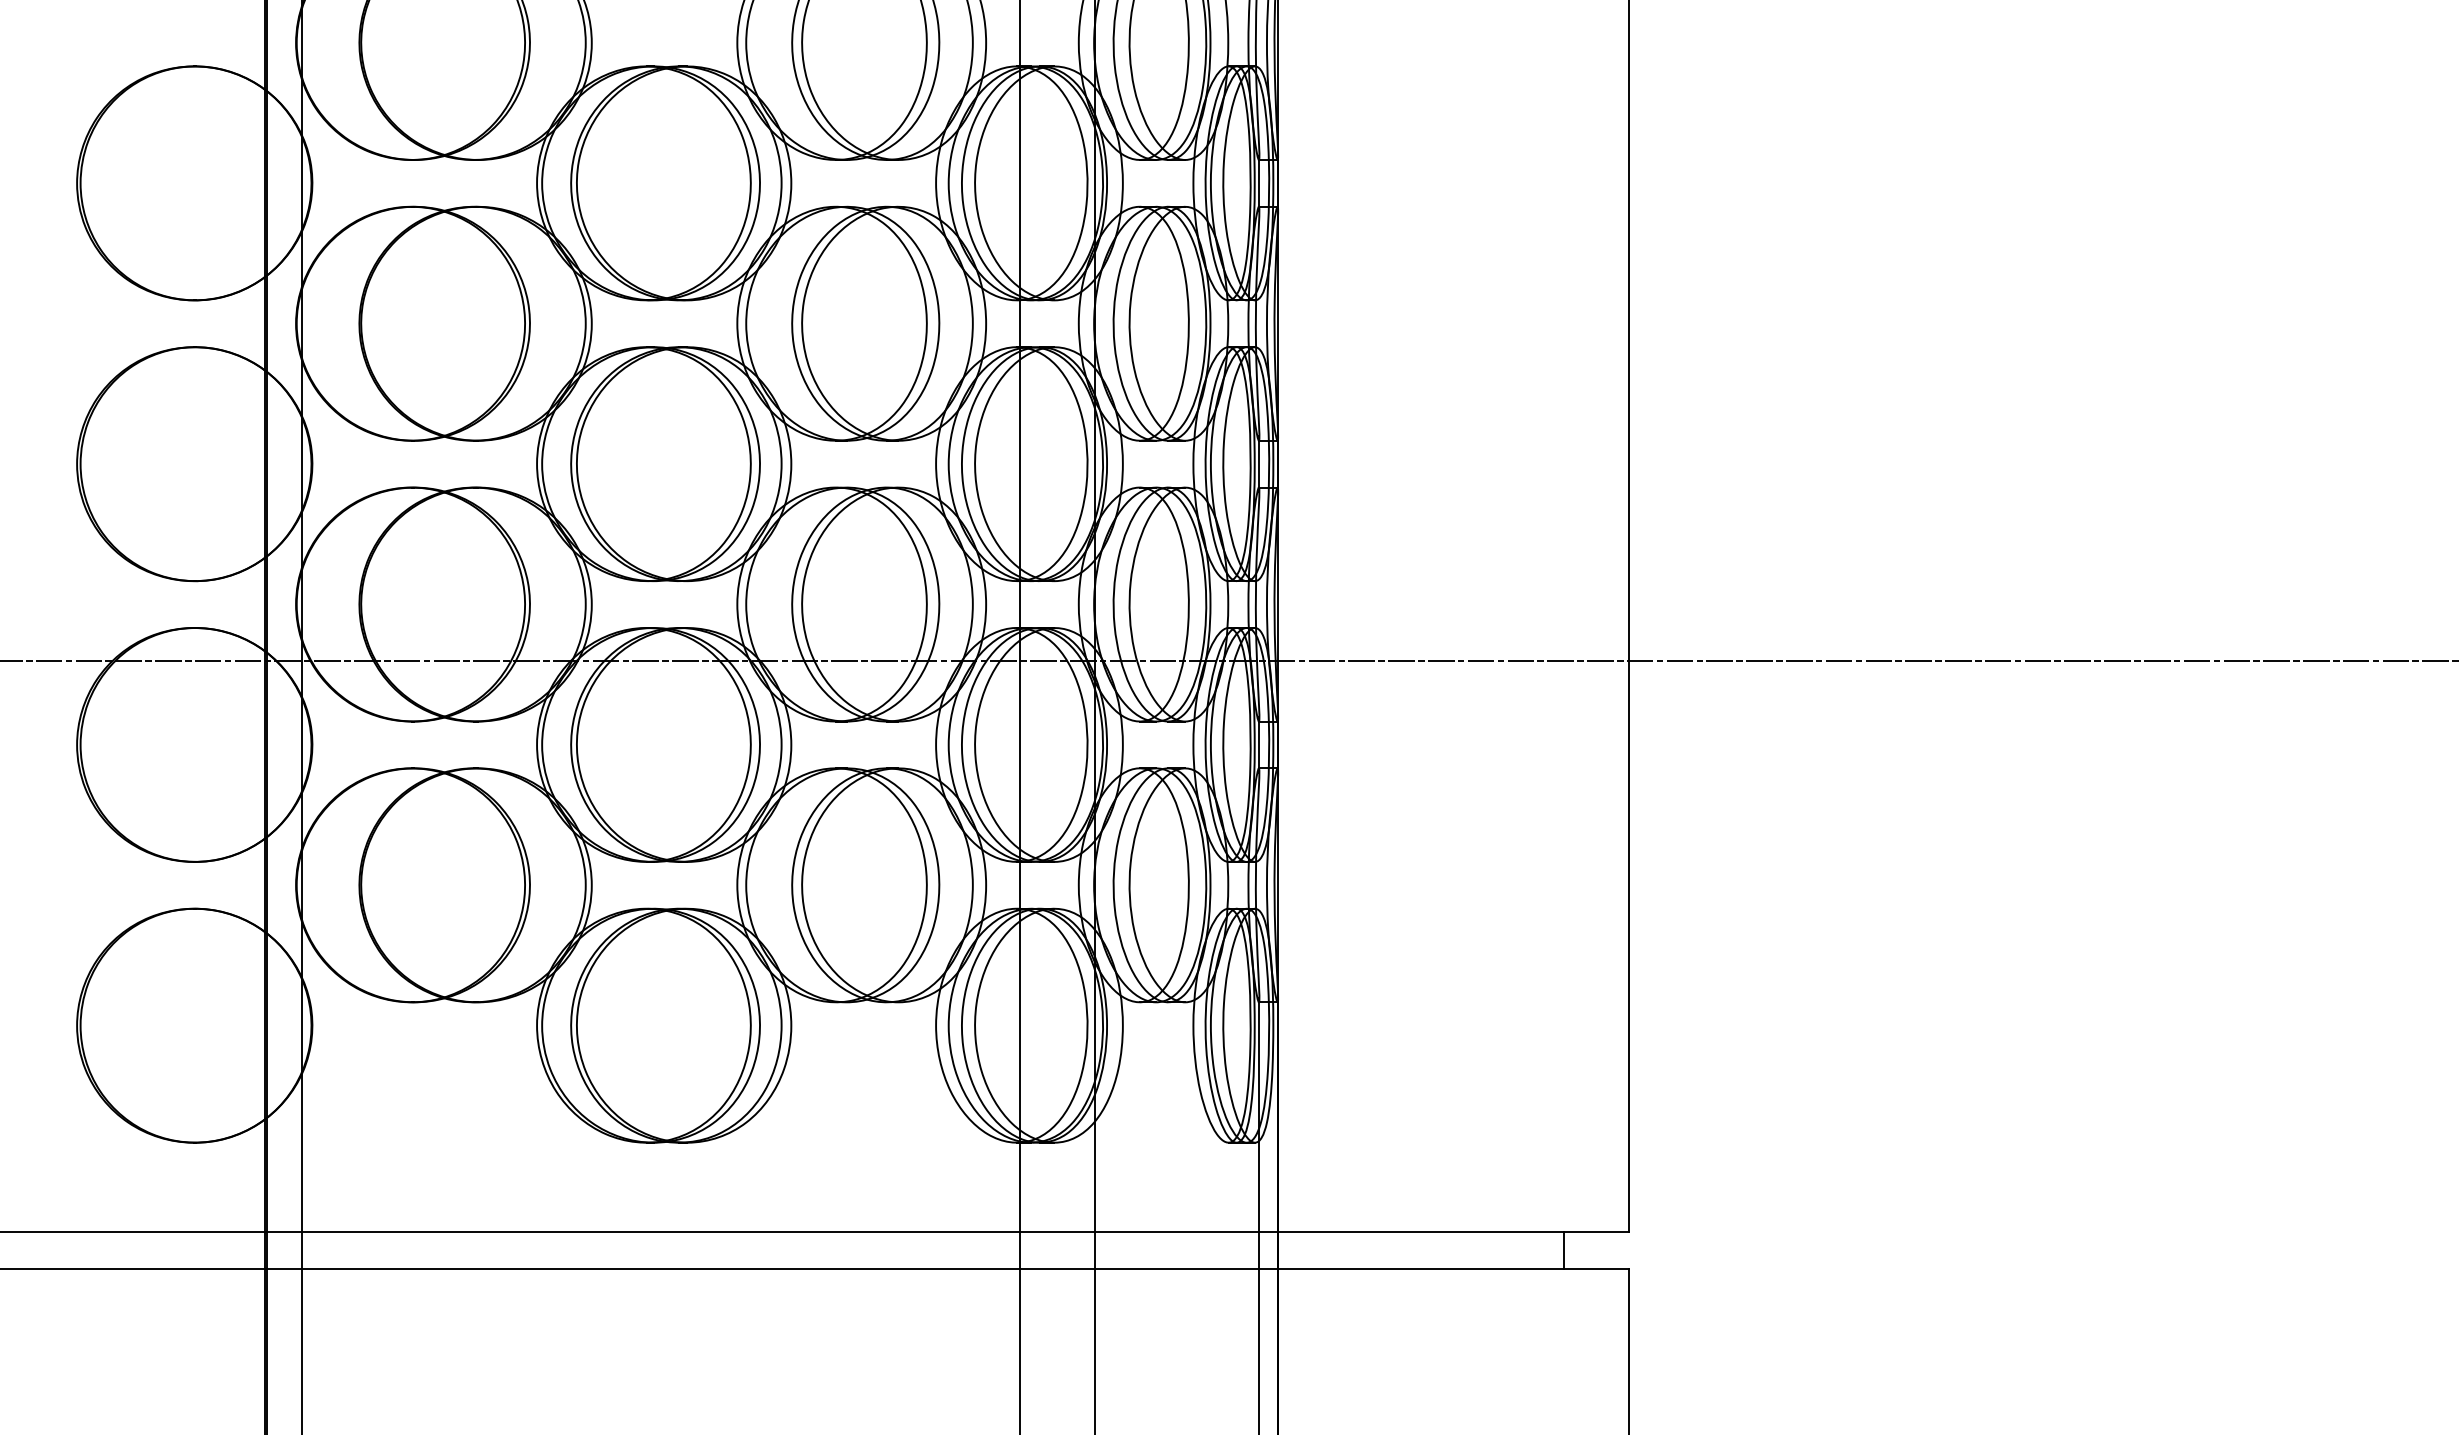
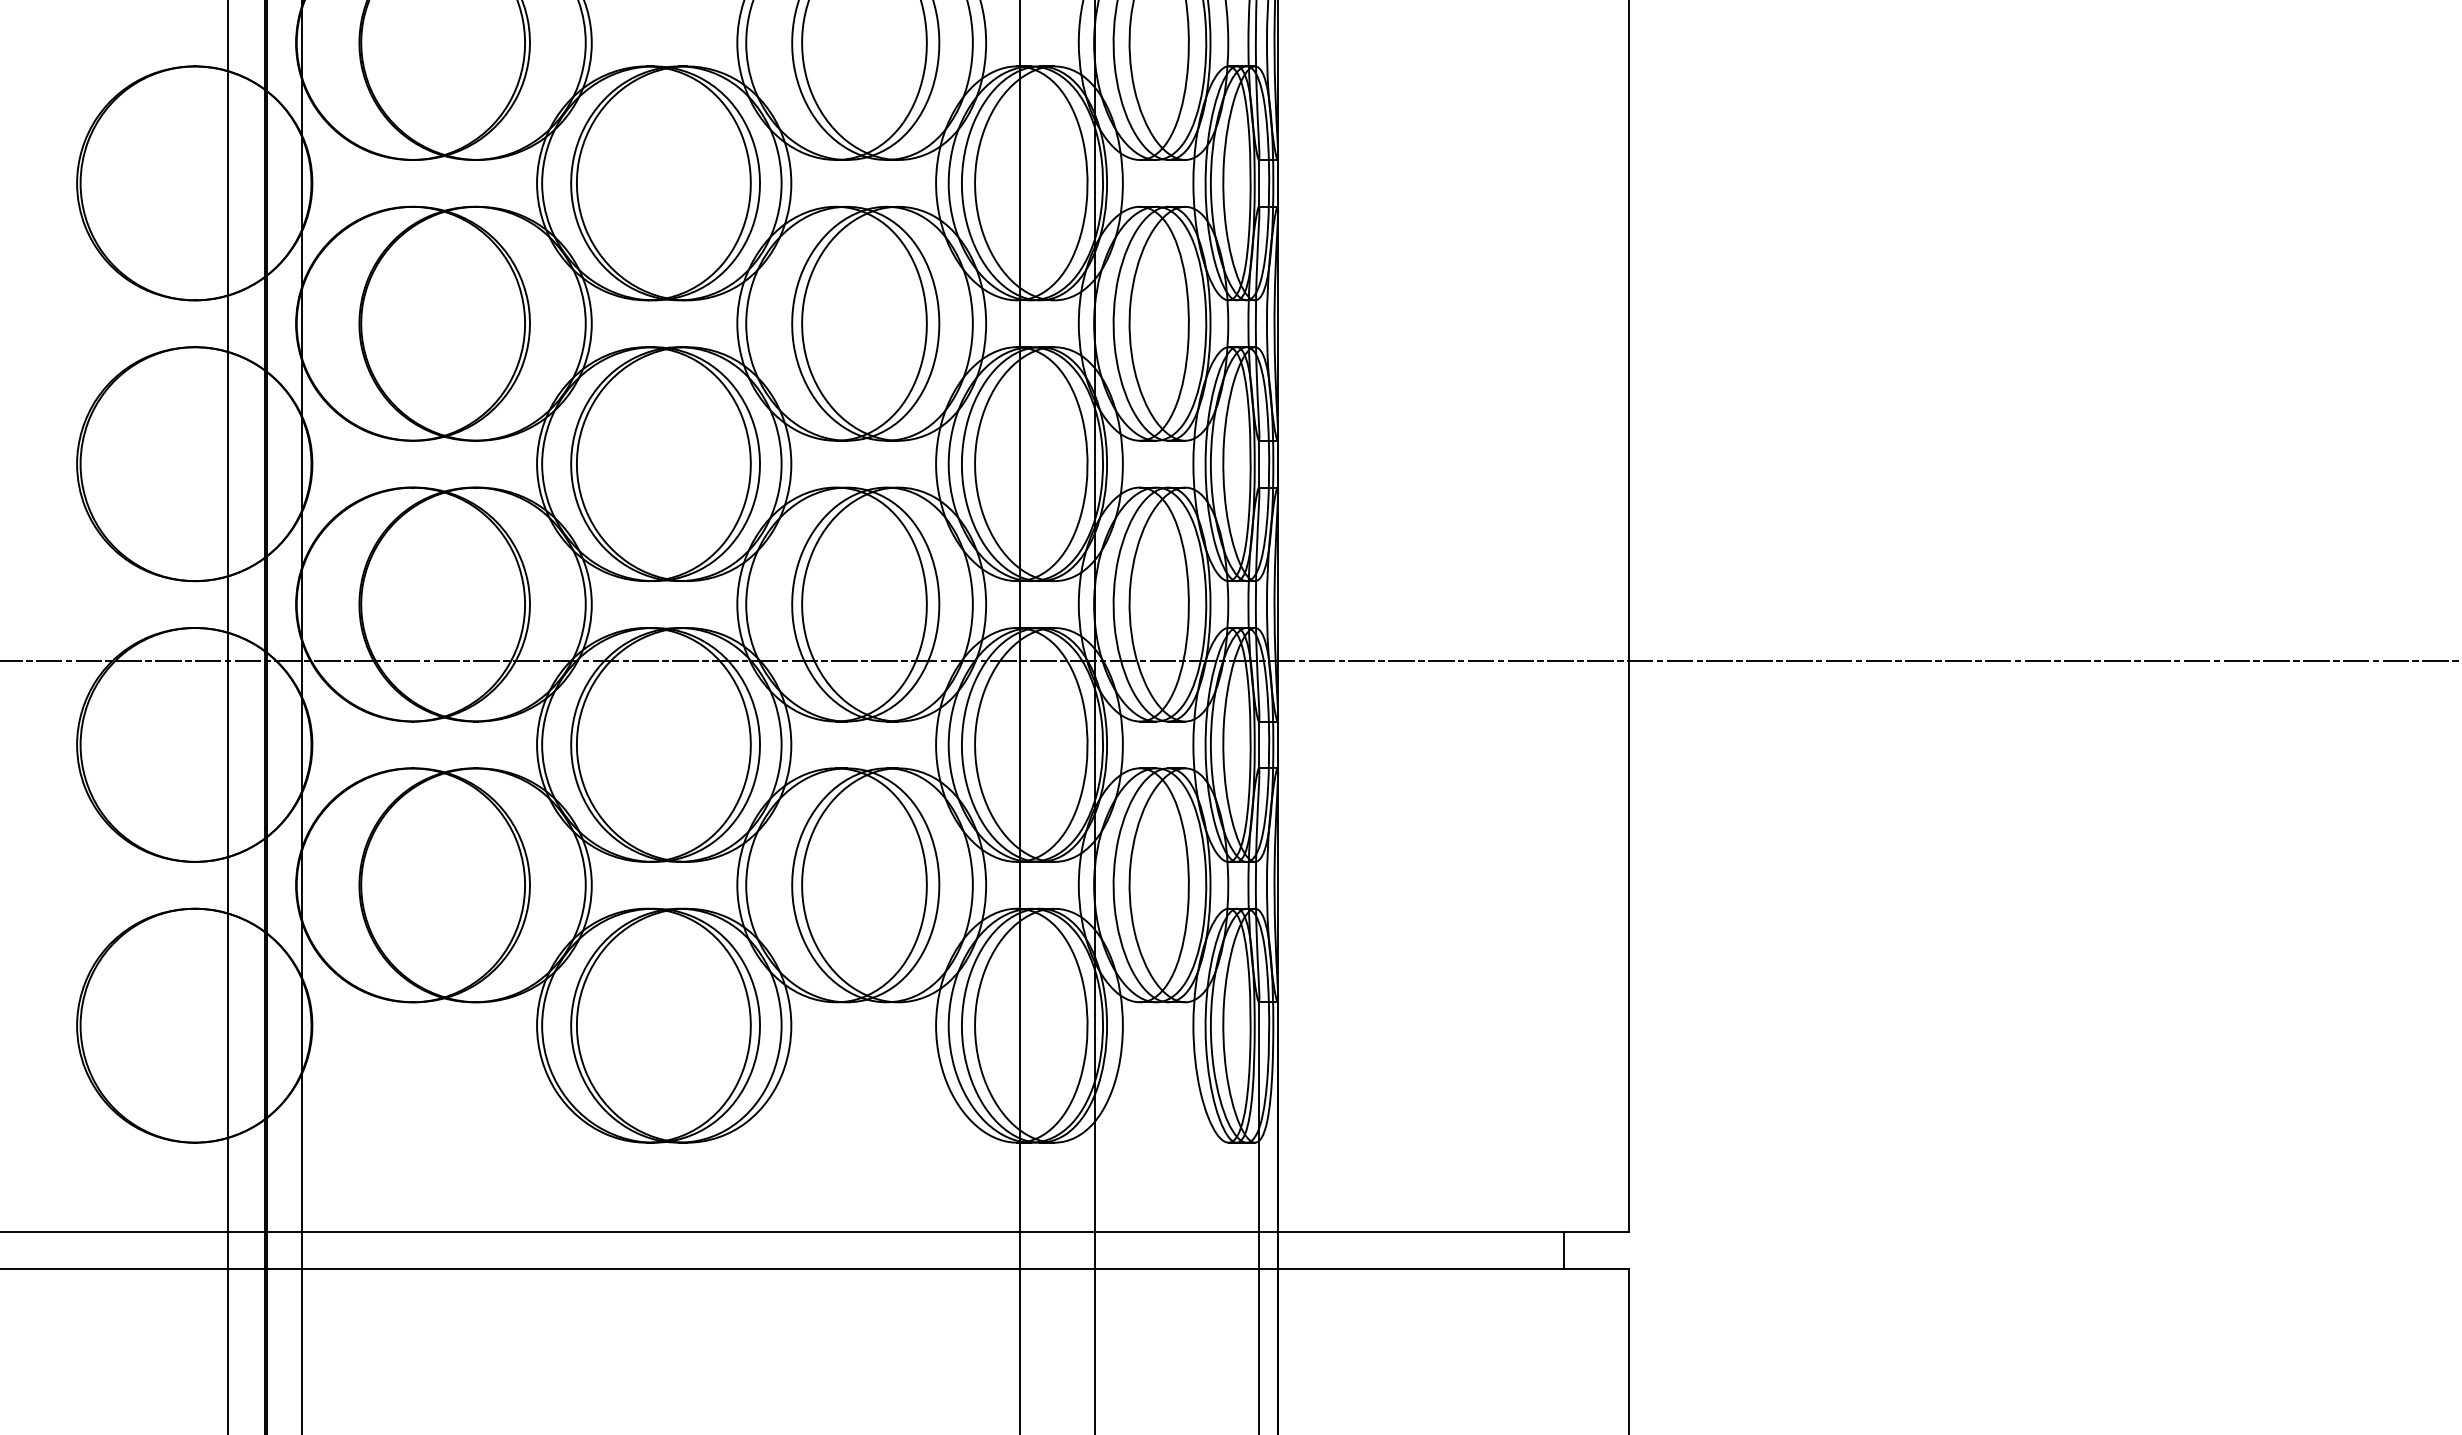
line at (227, 716): none -> present
